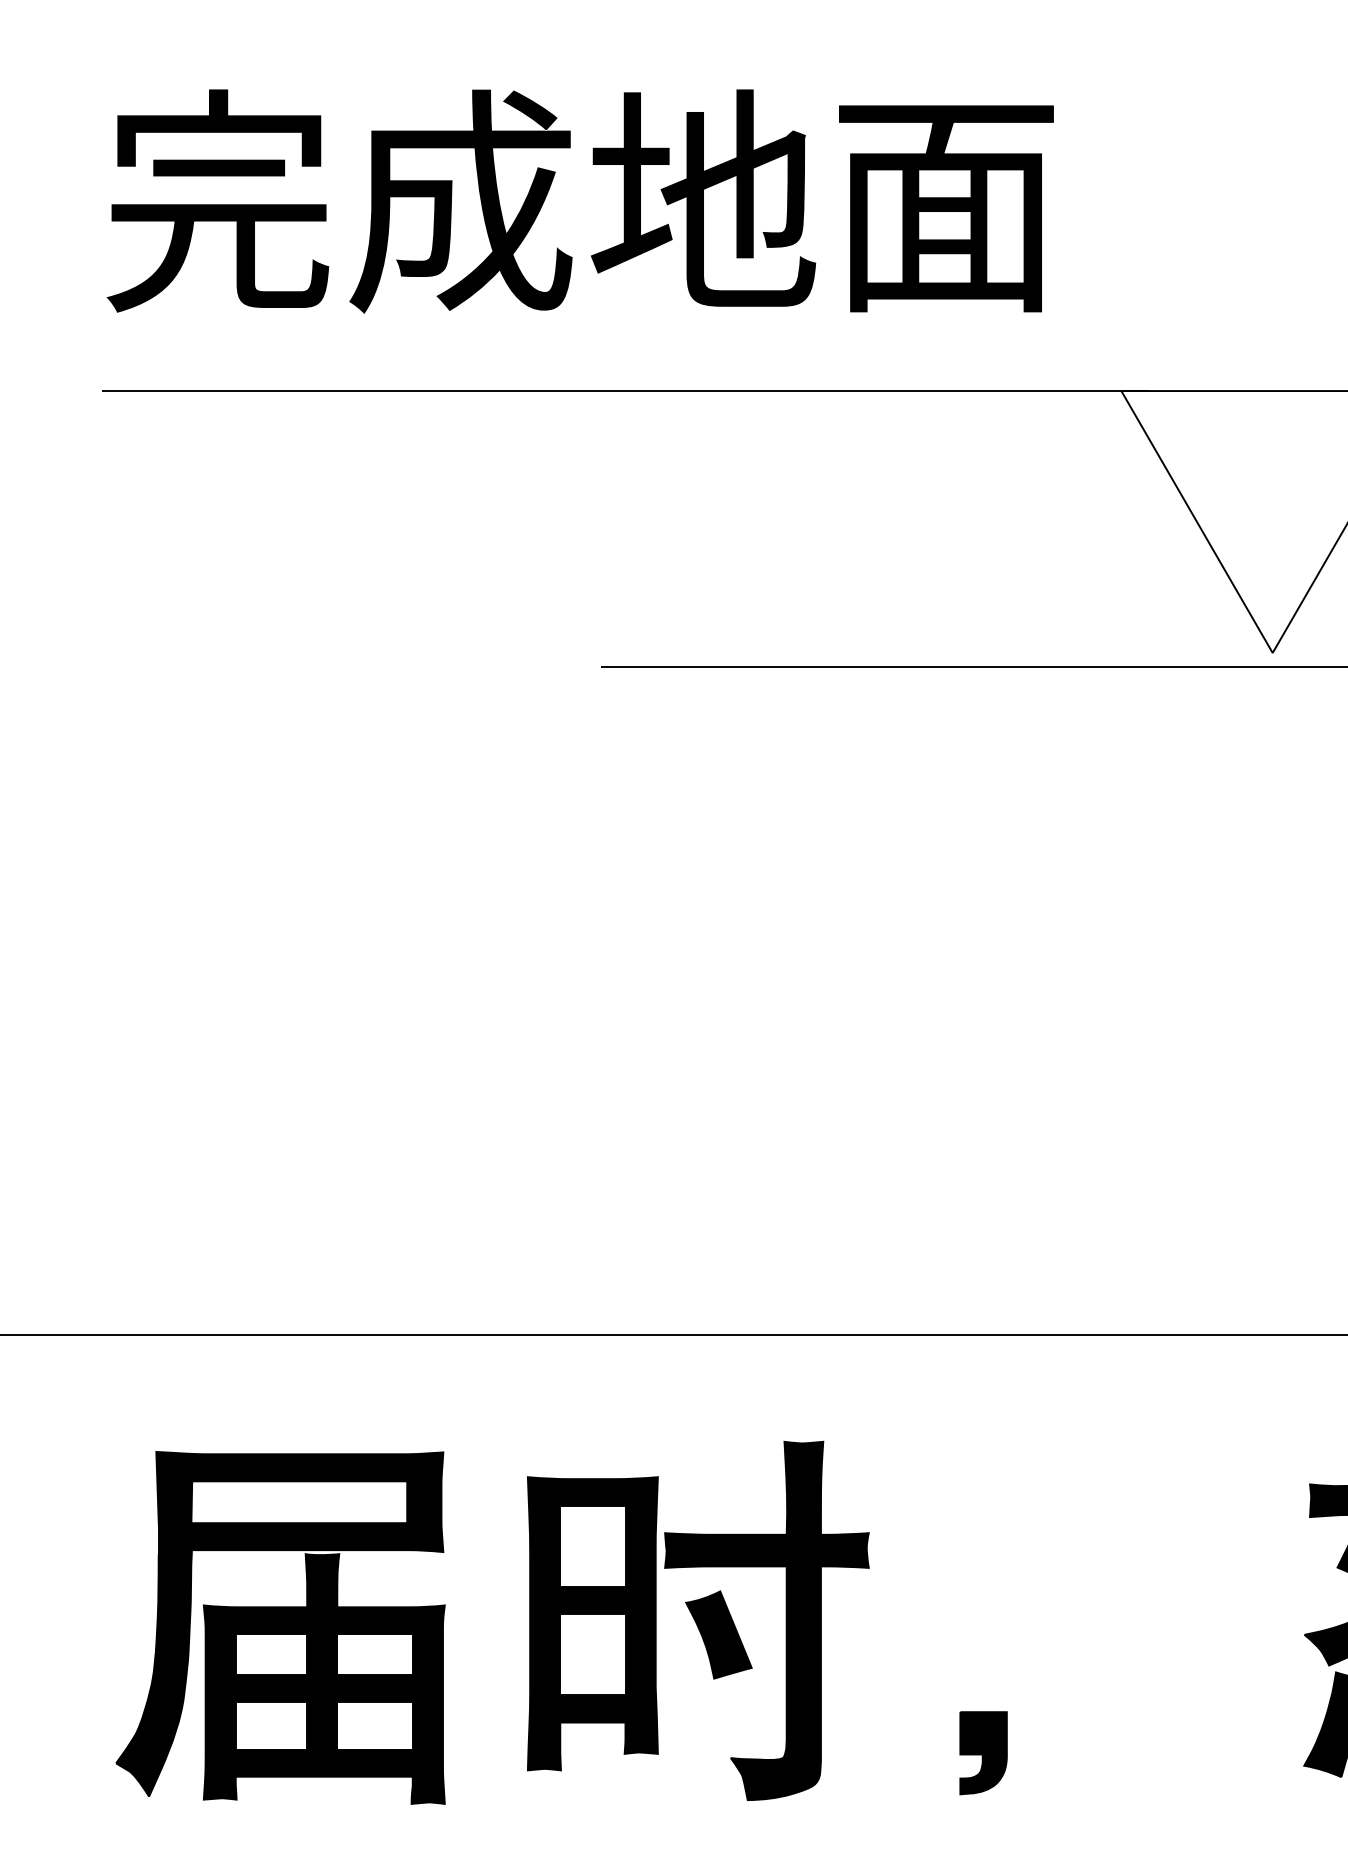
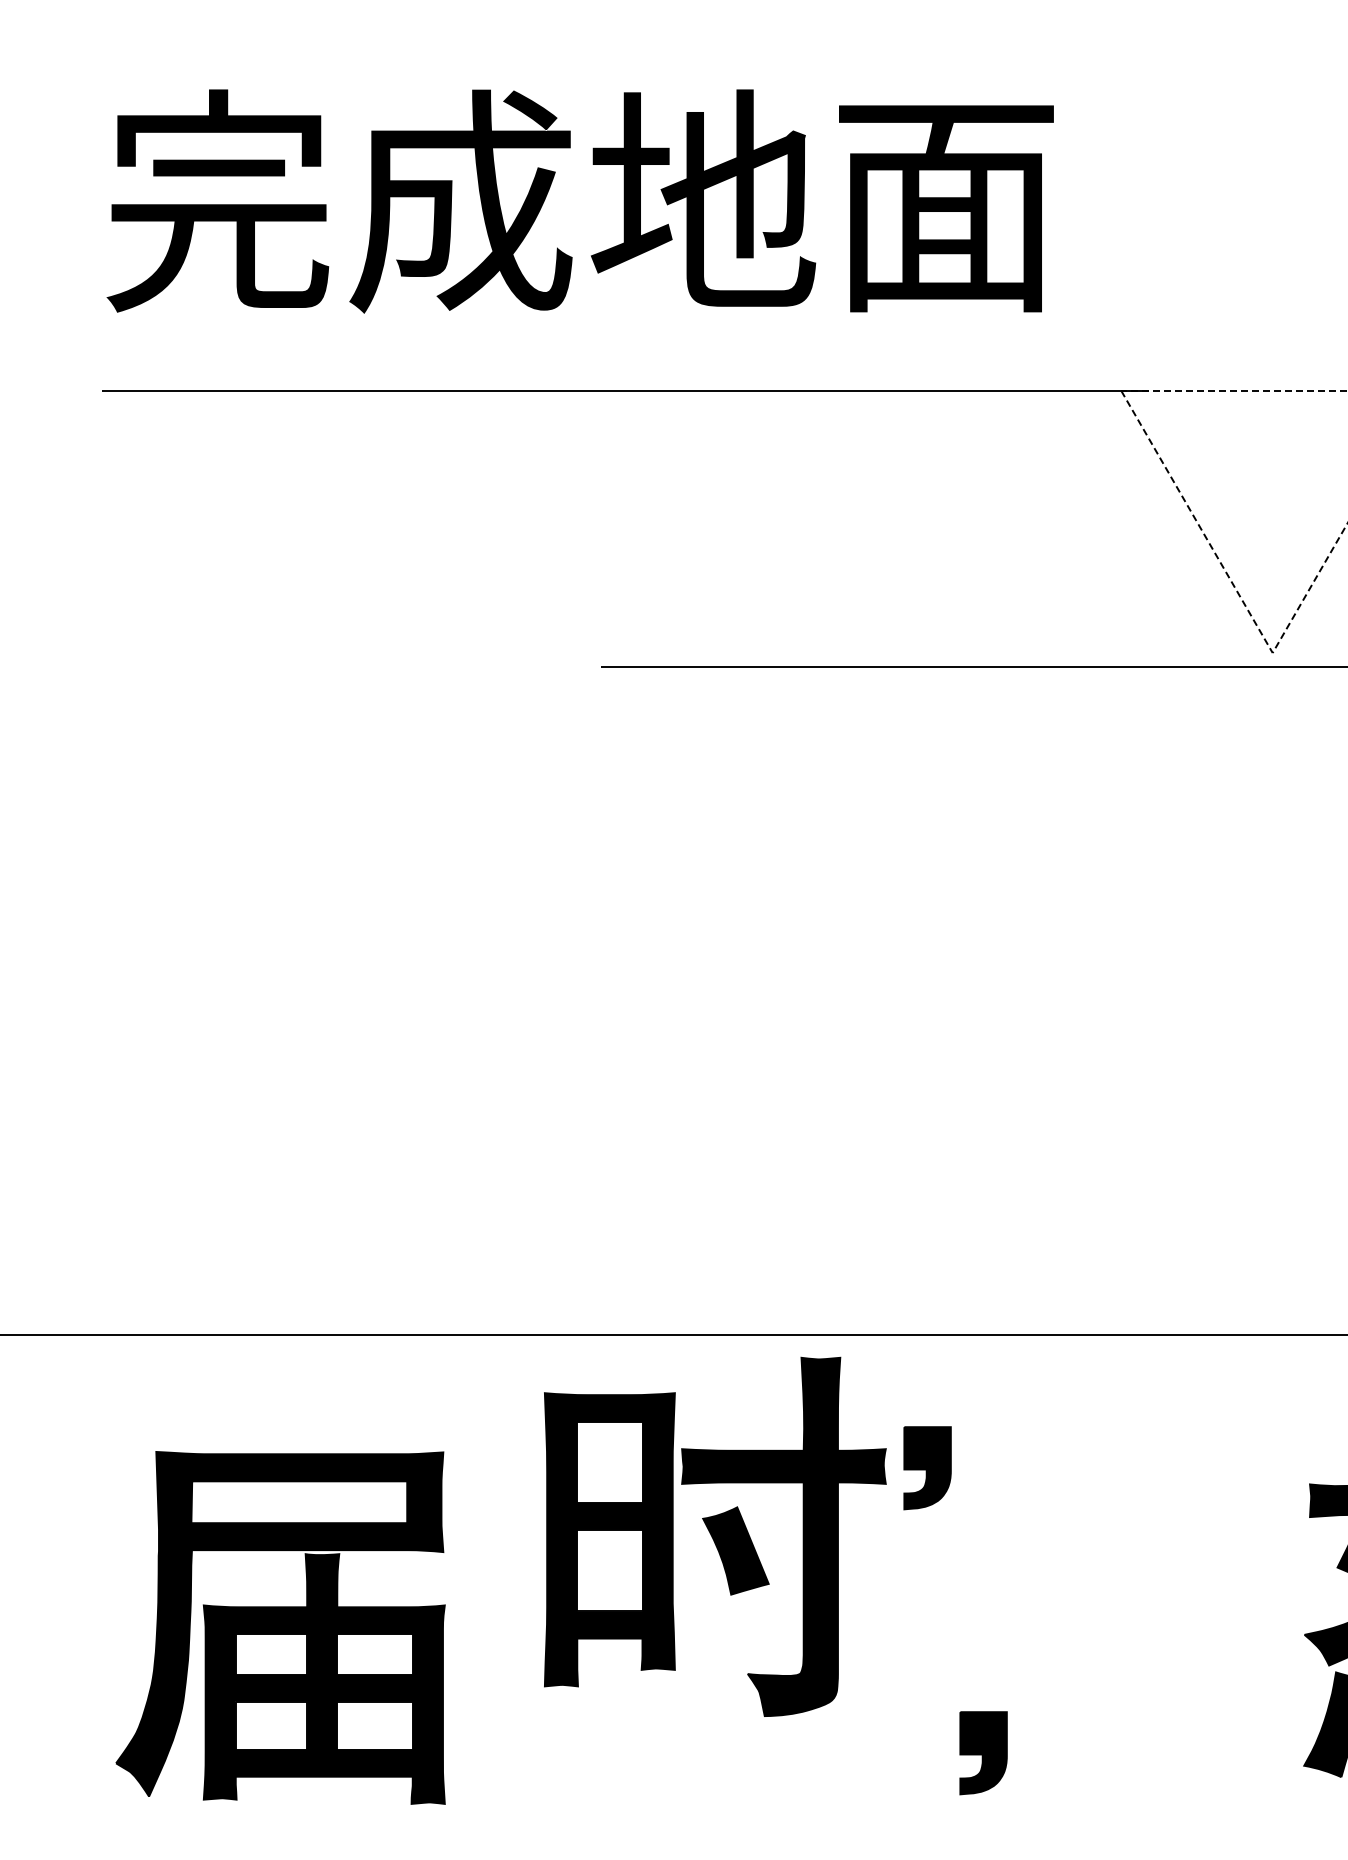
line at (1291, 621): solid -> dashed
part at (927, 1468): none -> present
part at (698, 1620) position: (698, 1620) -> (715, 1536)
